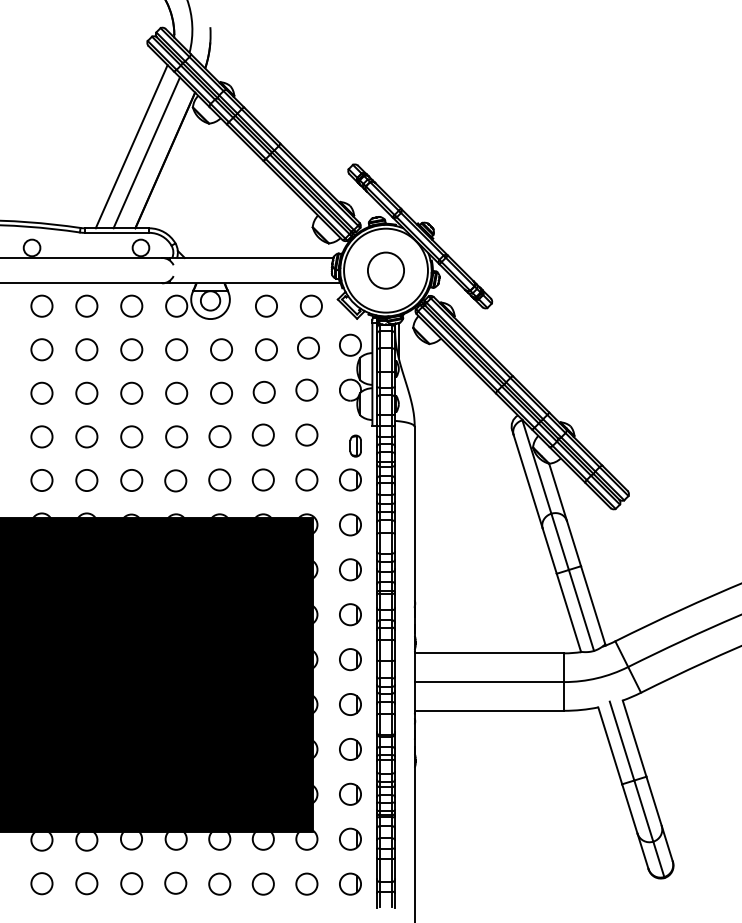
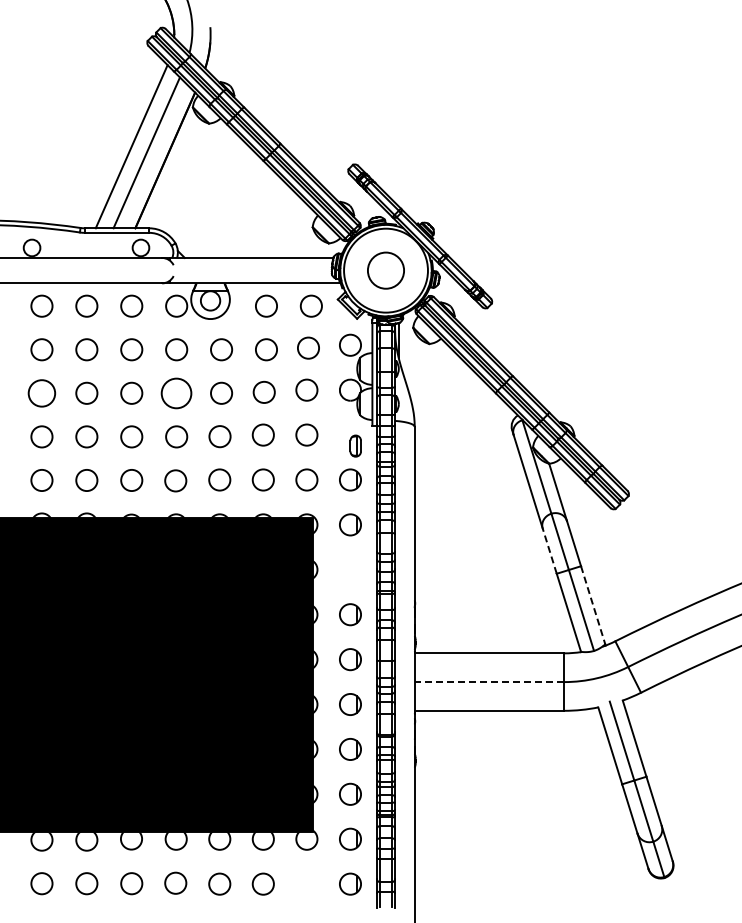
circle at (41, 392) size: 24x24 px -> 30x29 px
circle at (176, 392) size: 24x24 px -> 33x33 px
line at (549, 551): solid -> dashed
part at (350, 569): present -> none
line at (593, 605): solid -> dashed
line at (489, 682): solid -> dashed
circle at (306, 883): present -> none
